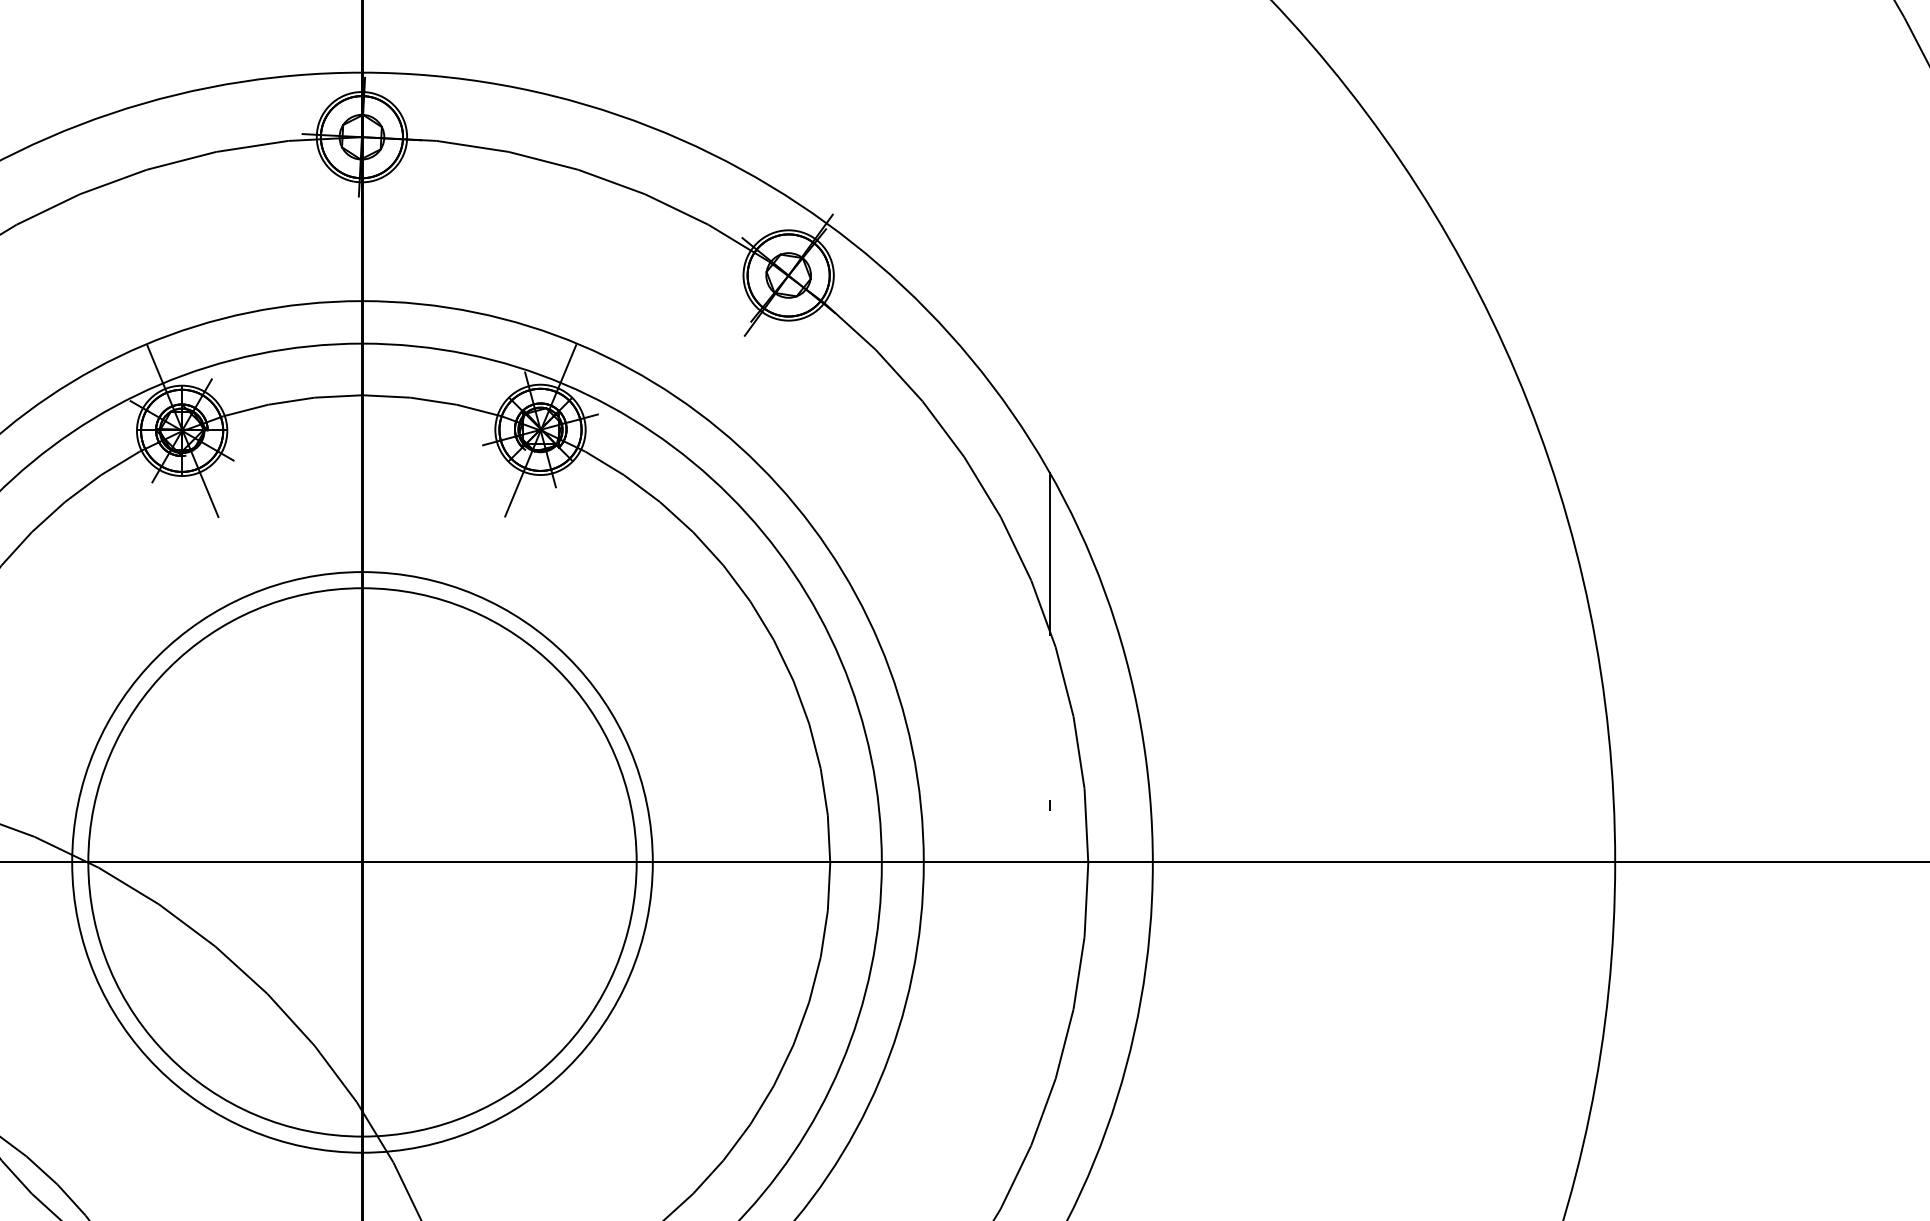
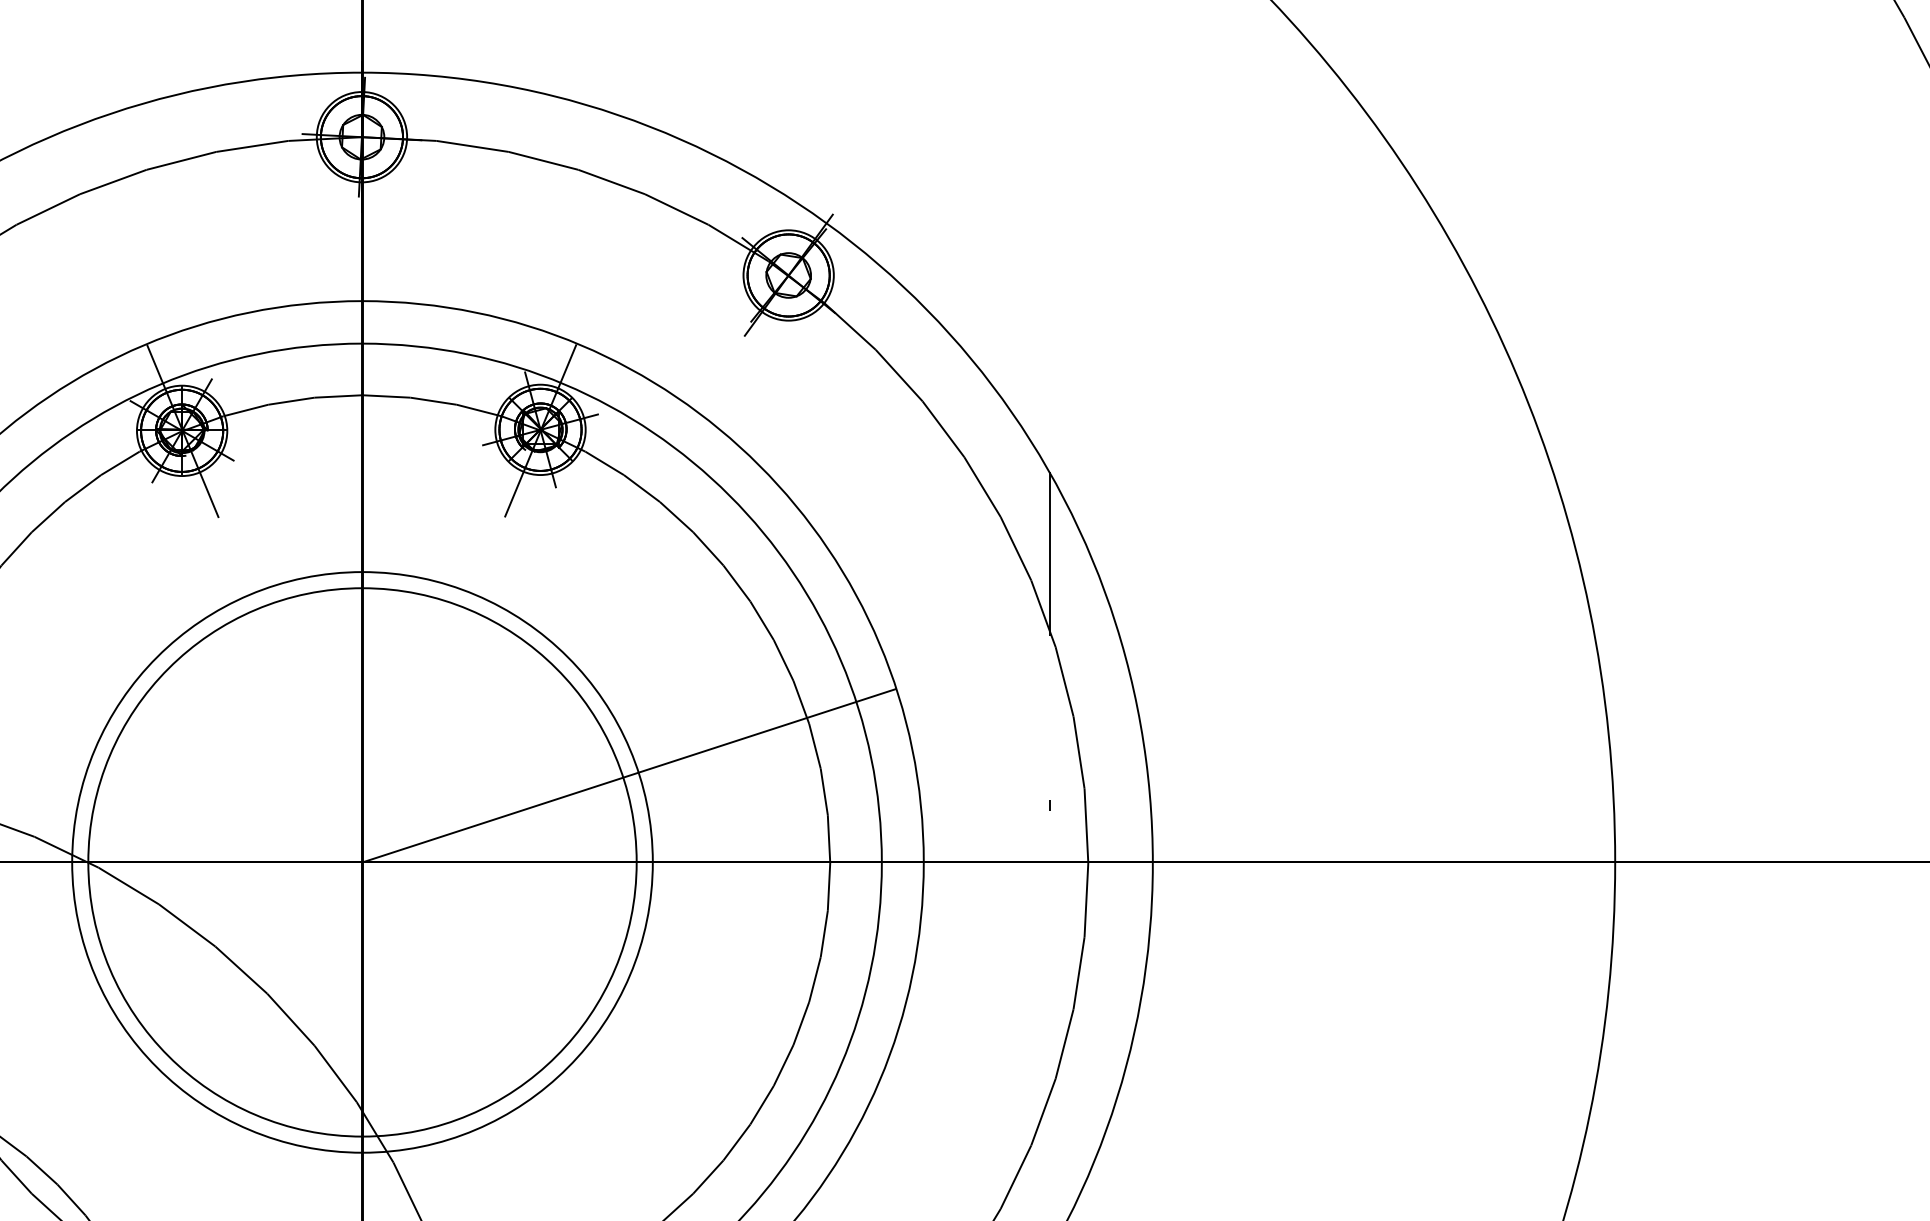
line at (629, 775): none -> present
